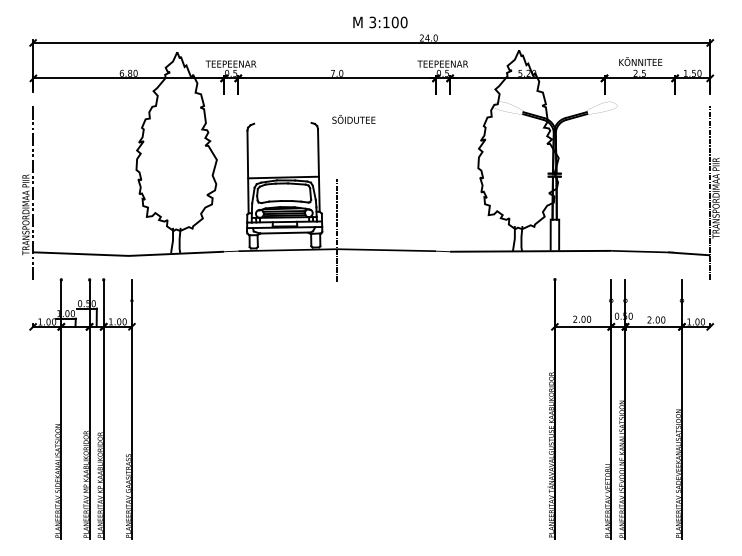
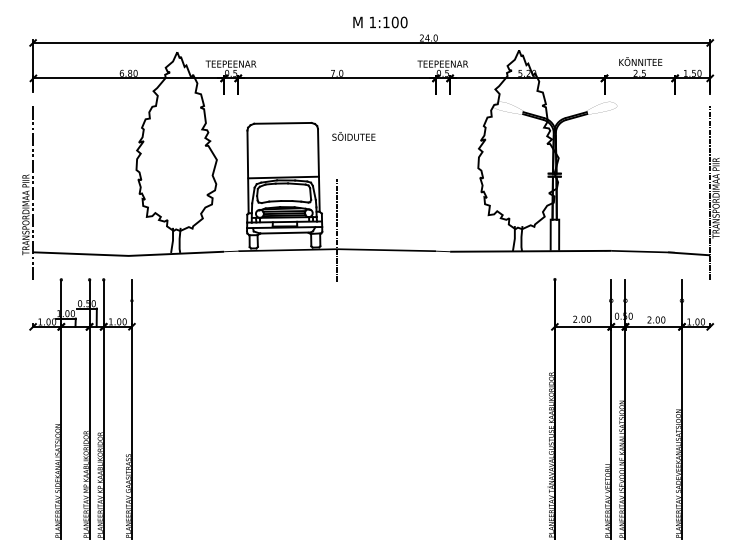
text at (372, 22): 3:100 -> 1:100
text at (353, 119) position: (353, 119) -> (353, 136)
line at (282, 122): none -> present
